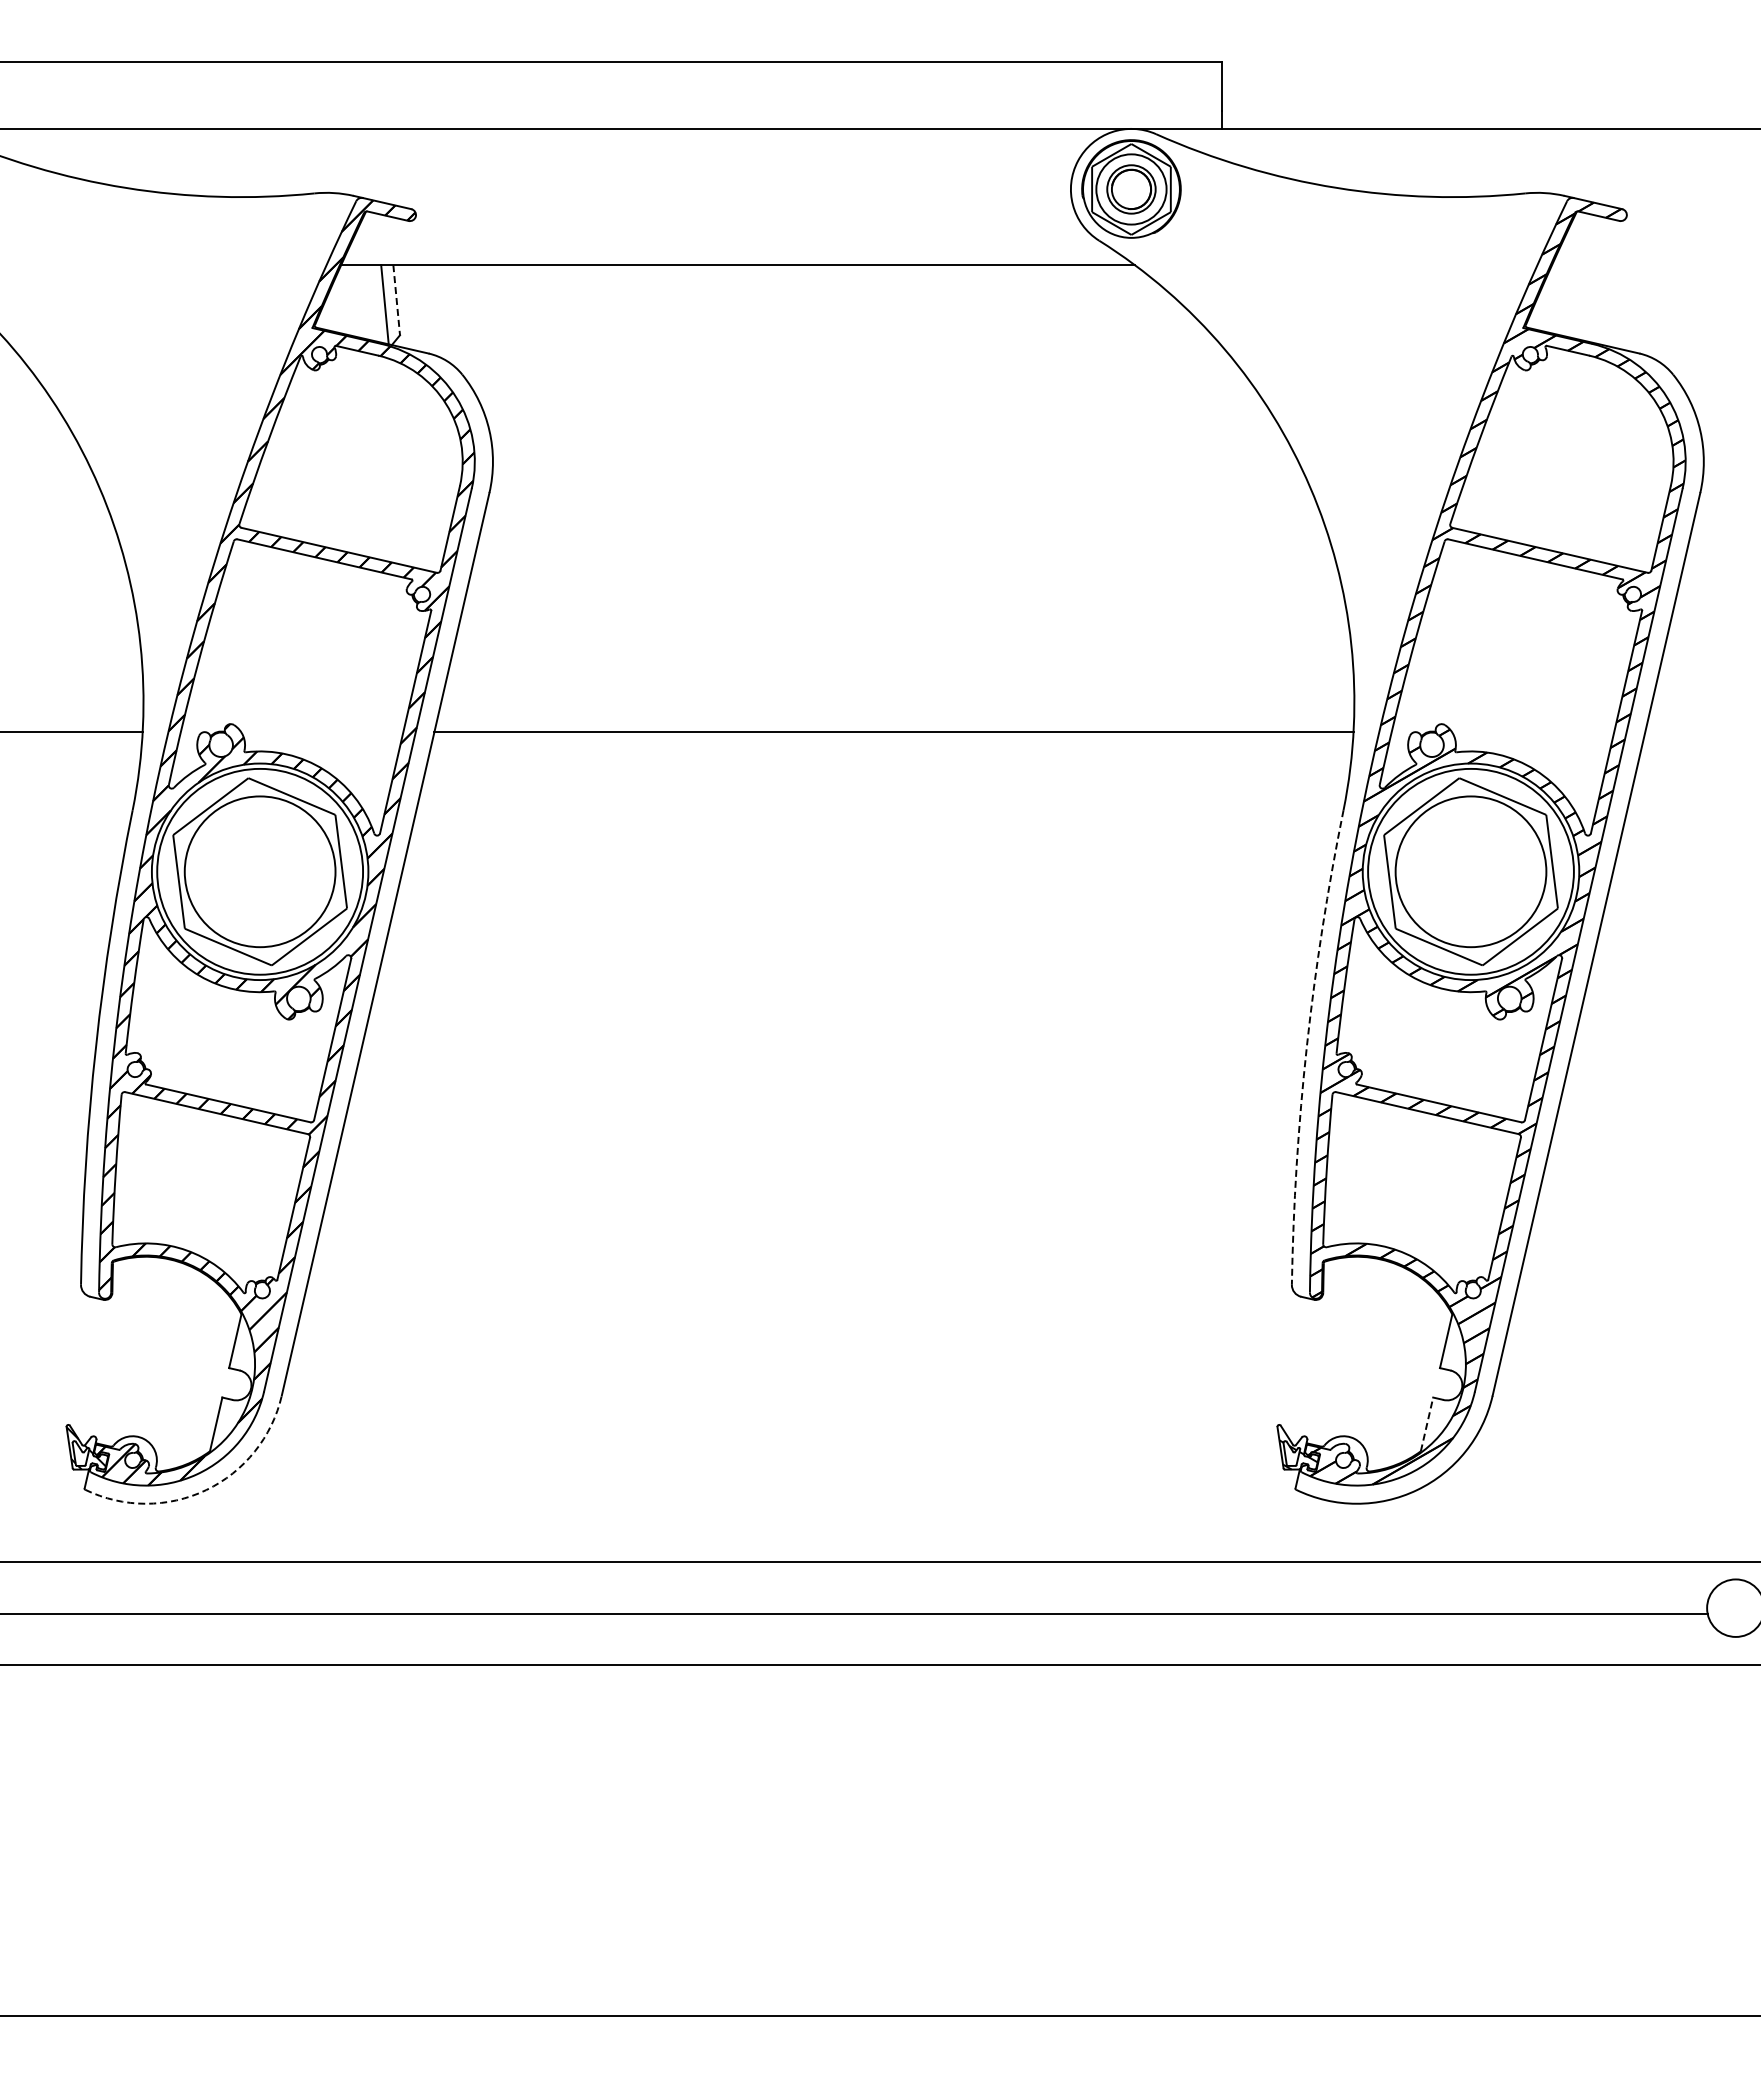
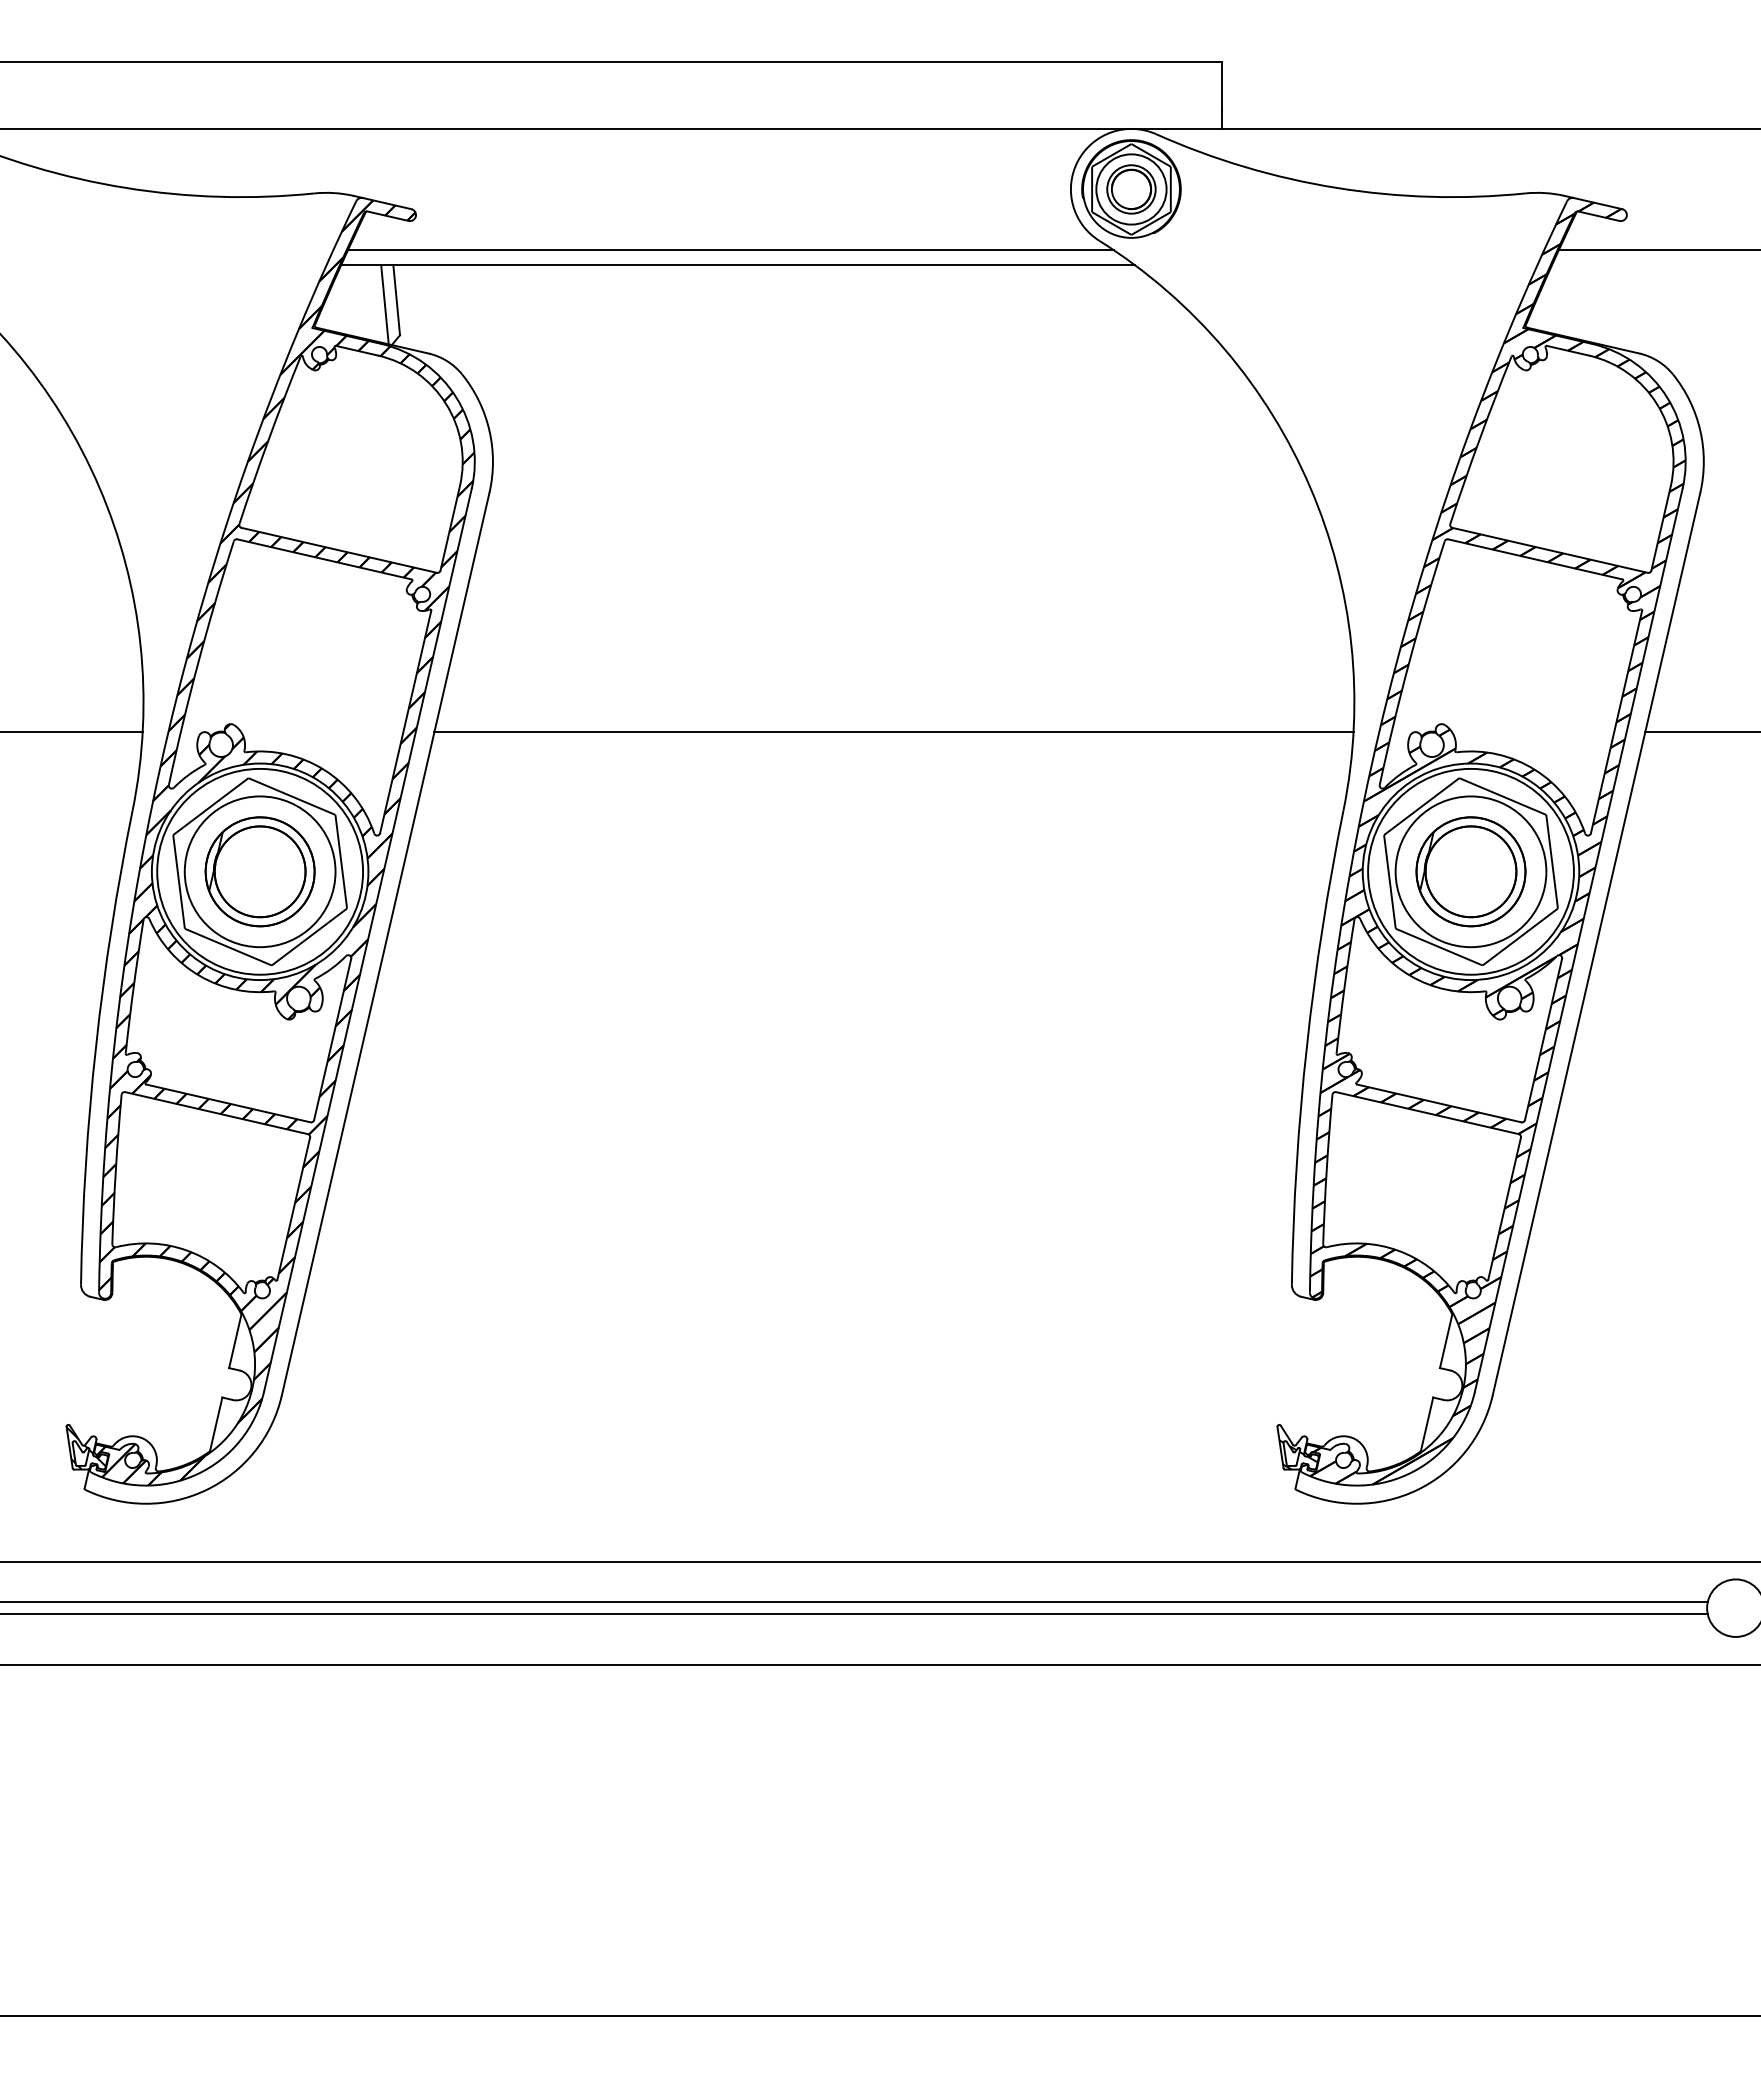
line at (730, 250): none -> present
line at (1657, 250): none -> present
line at (396, 300): dashed -> solid
line at (1701, 732): none -> present
part at (259, 871): none -> present
part at (1470, 871): none -> present
arc at (1306, 1046): dashed -> solid
line at (1427, 1424): dashed -> solid
arc at (206, 1490): dashed -> solid
line at (854, 1602): none -> present
